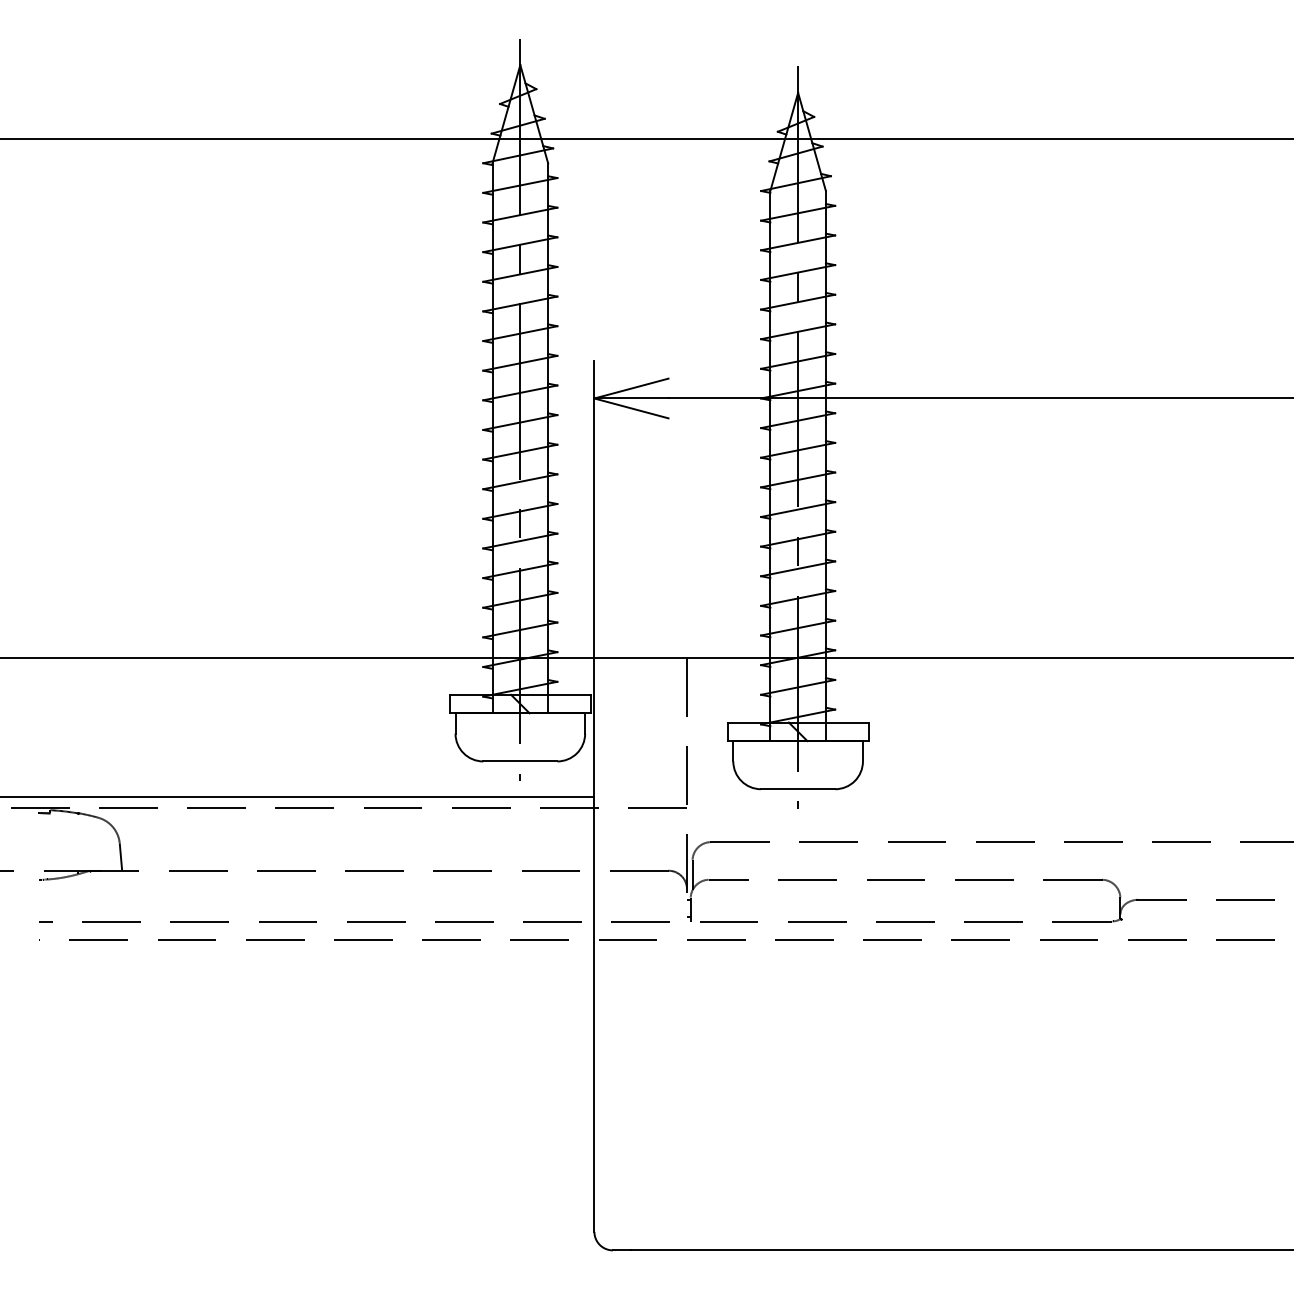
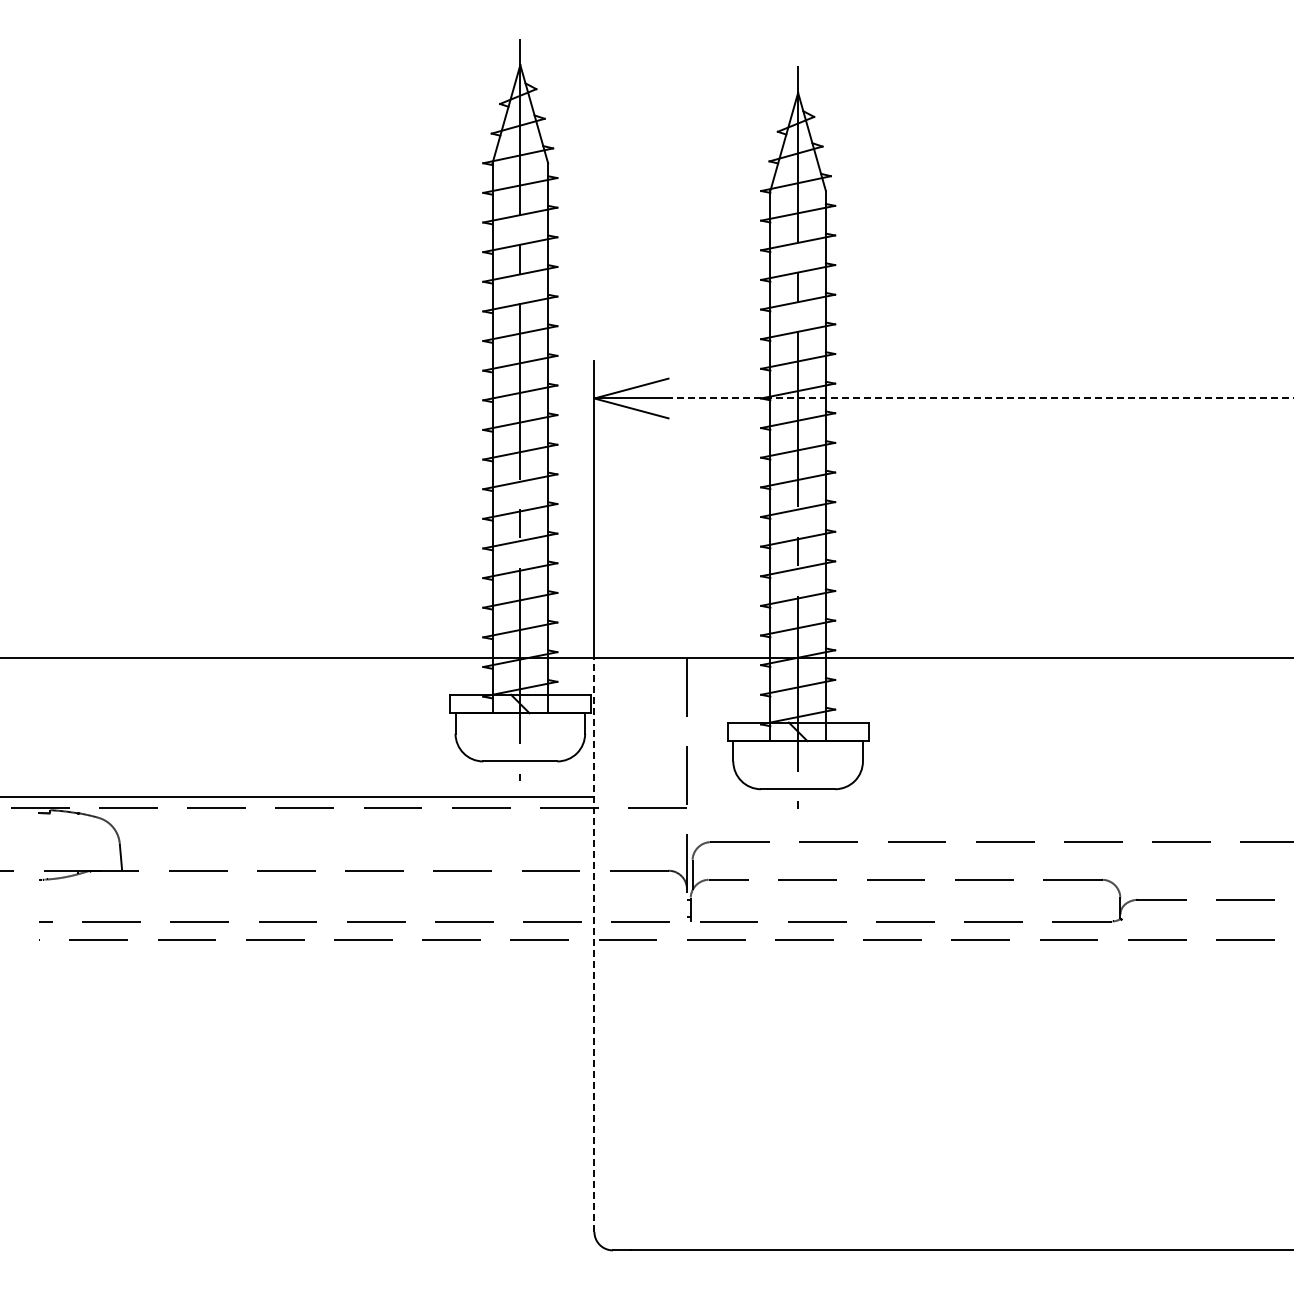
line at (646, 139): present -> none
line at (980, 398): solid -> dashed
line at (594, 944): solid -> dashed
